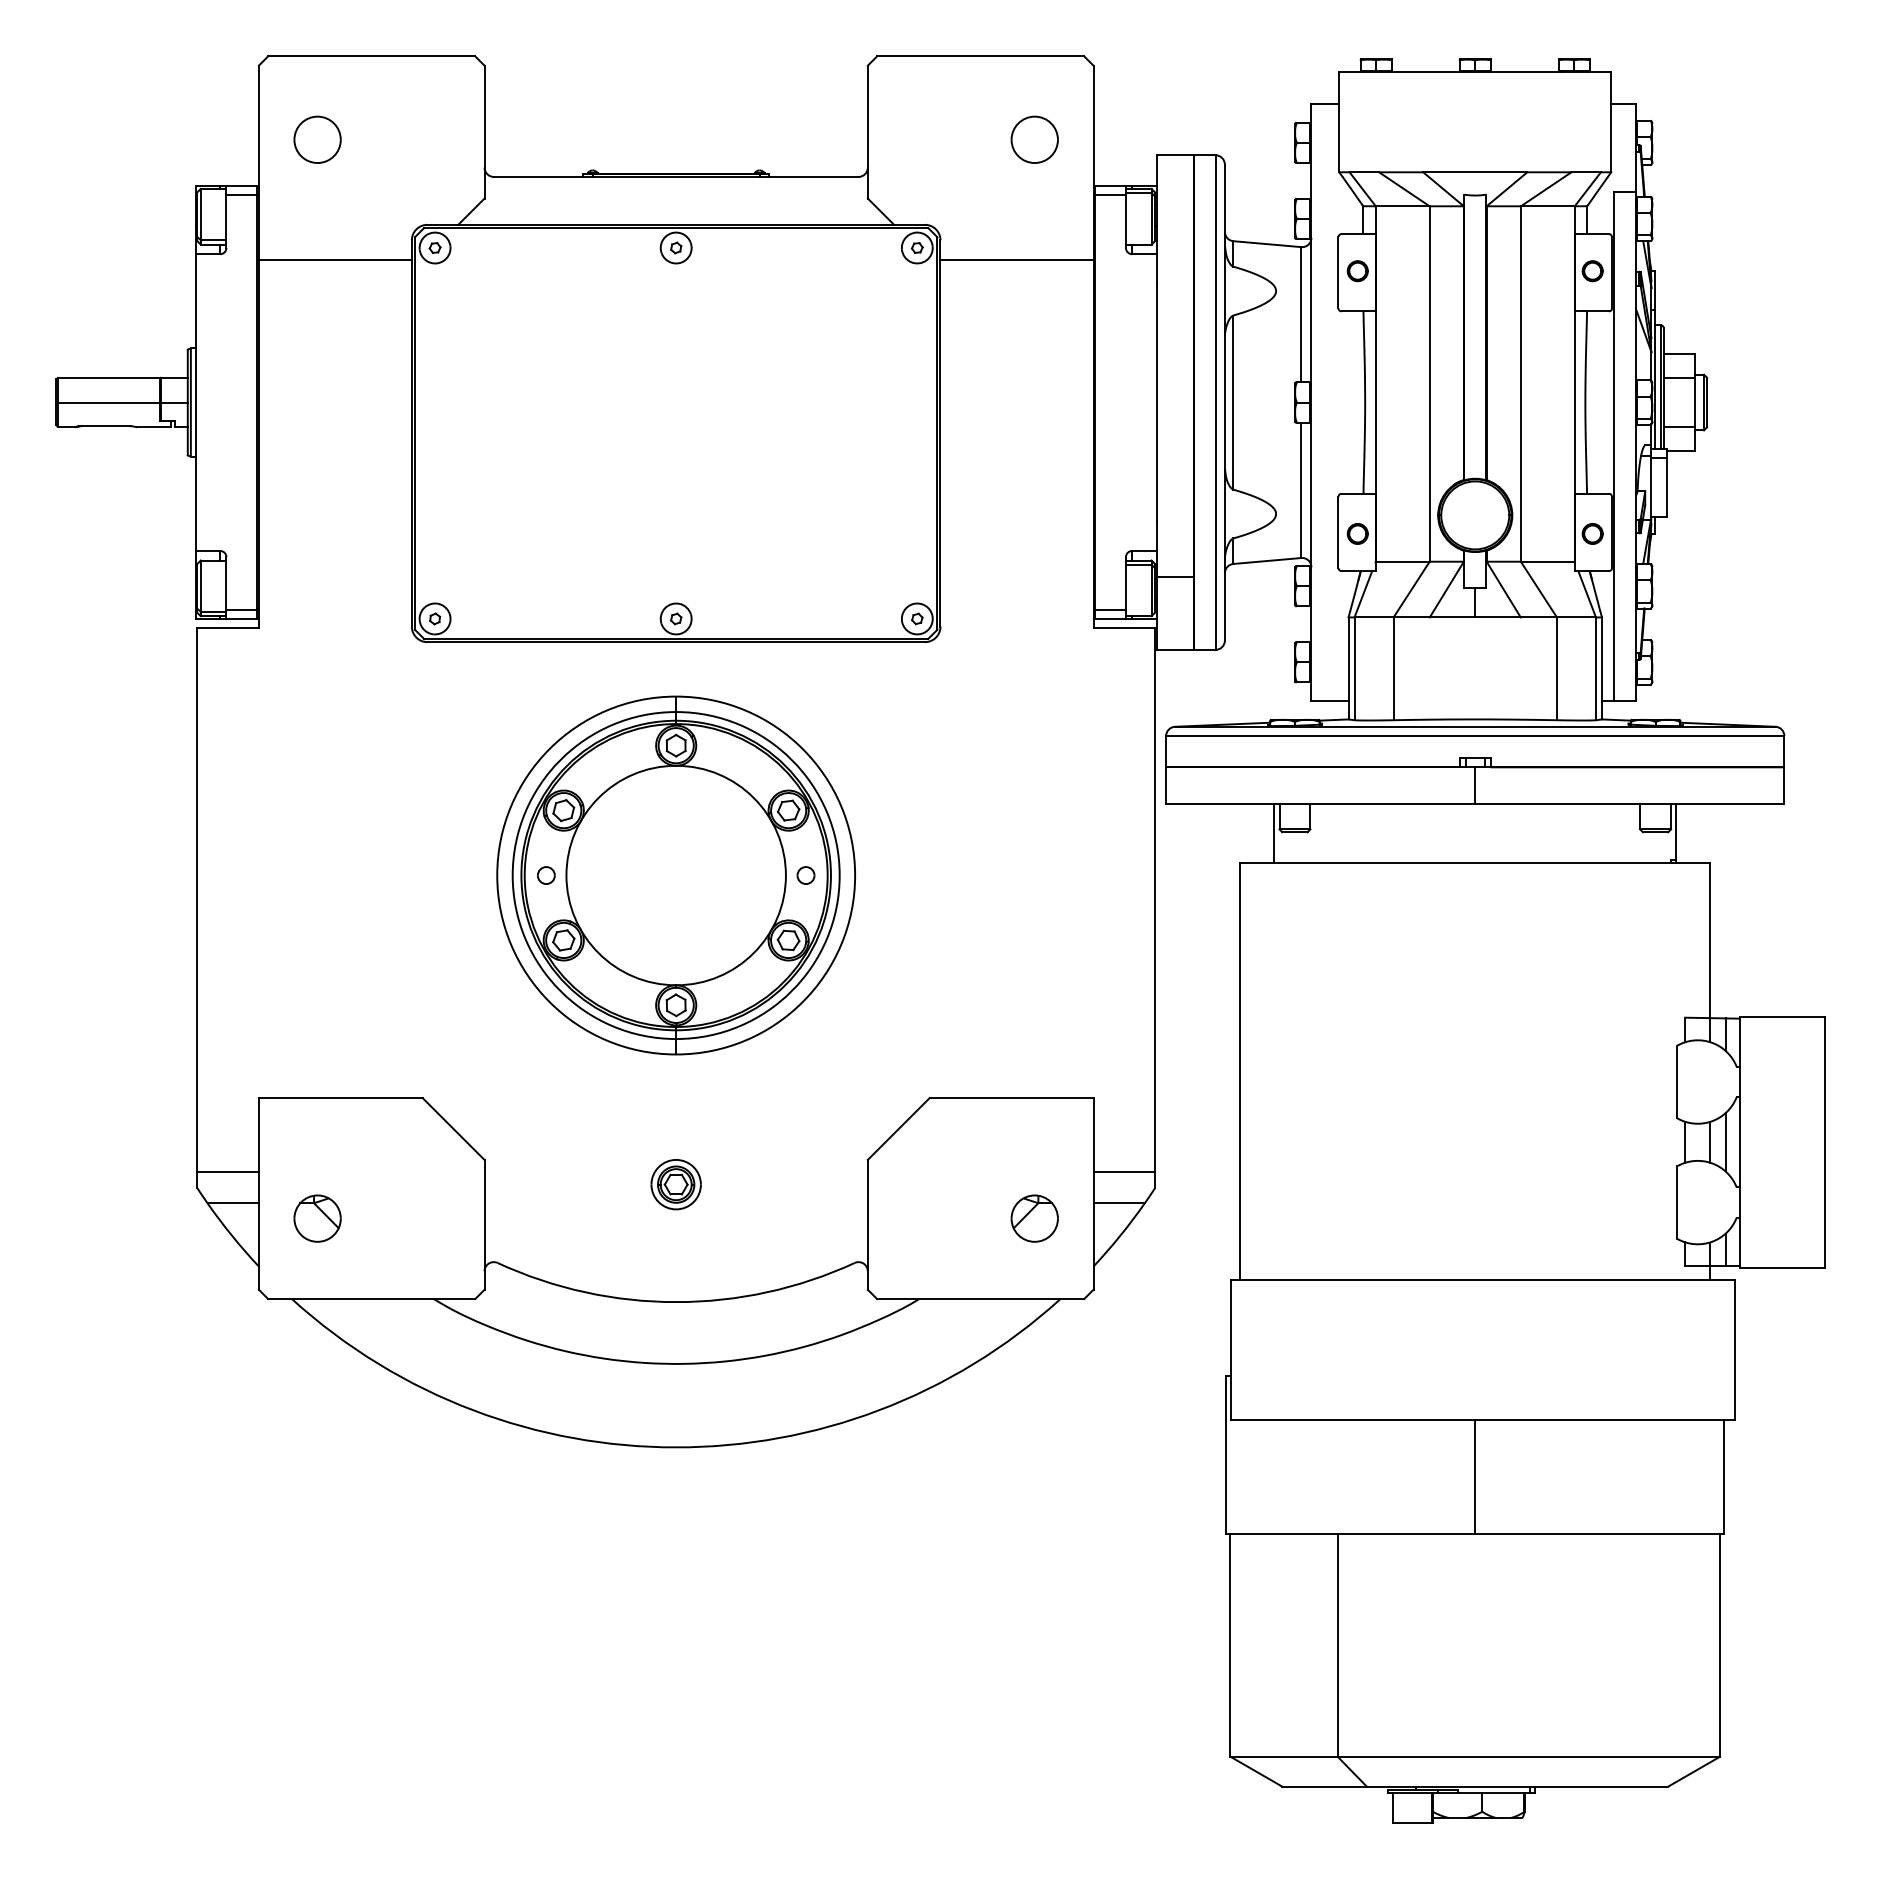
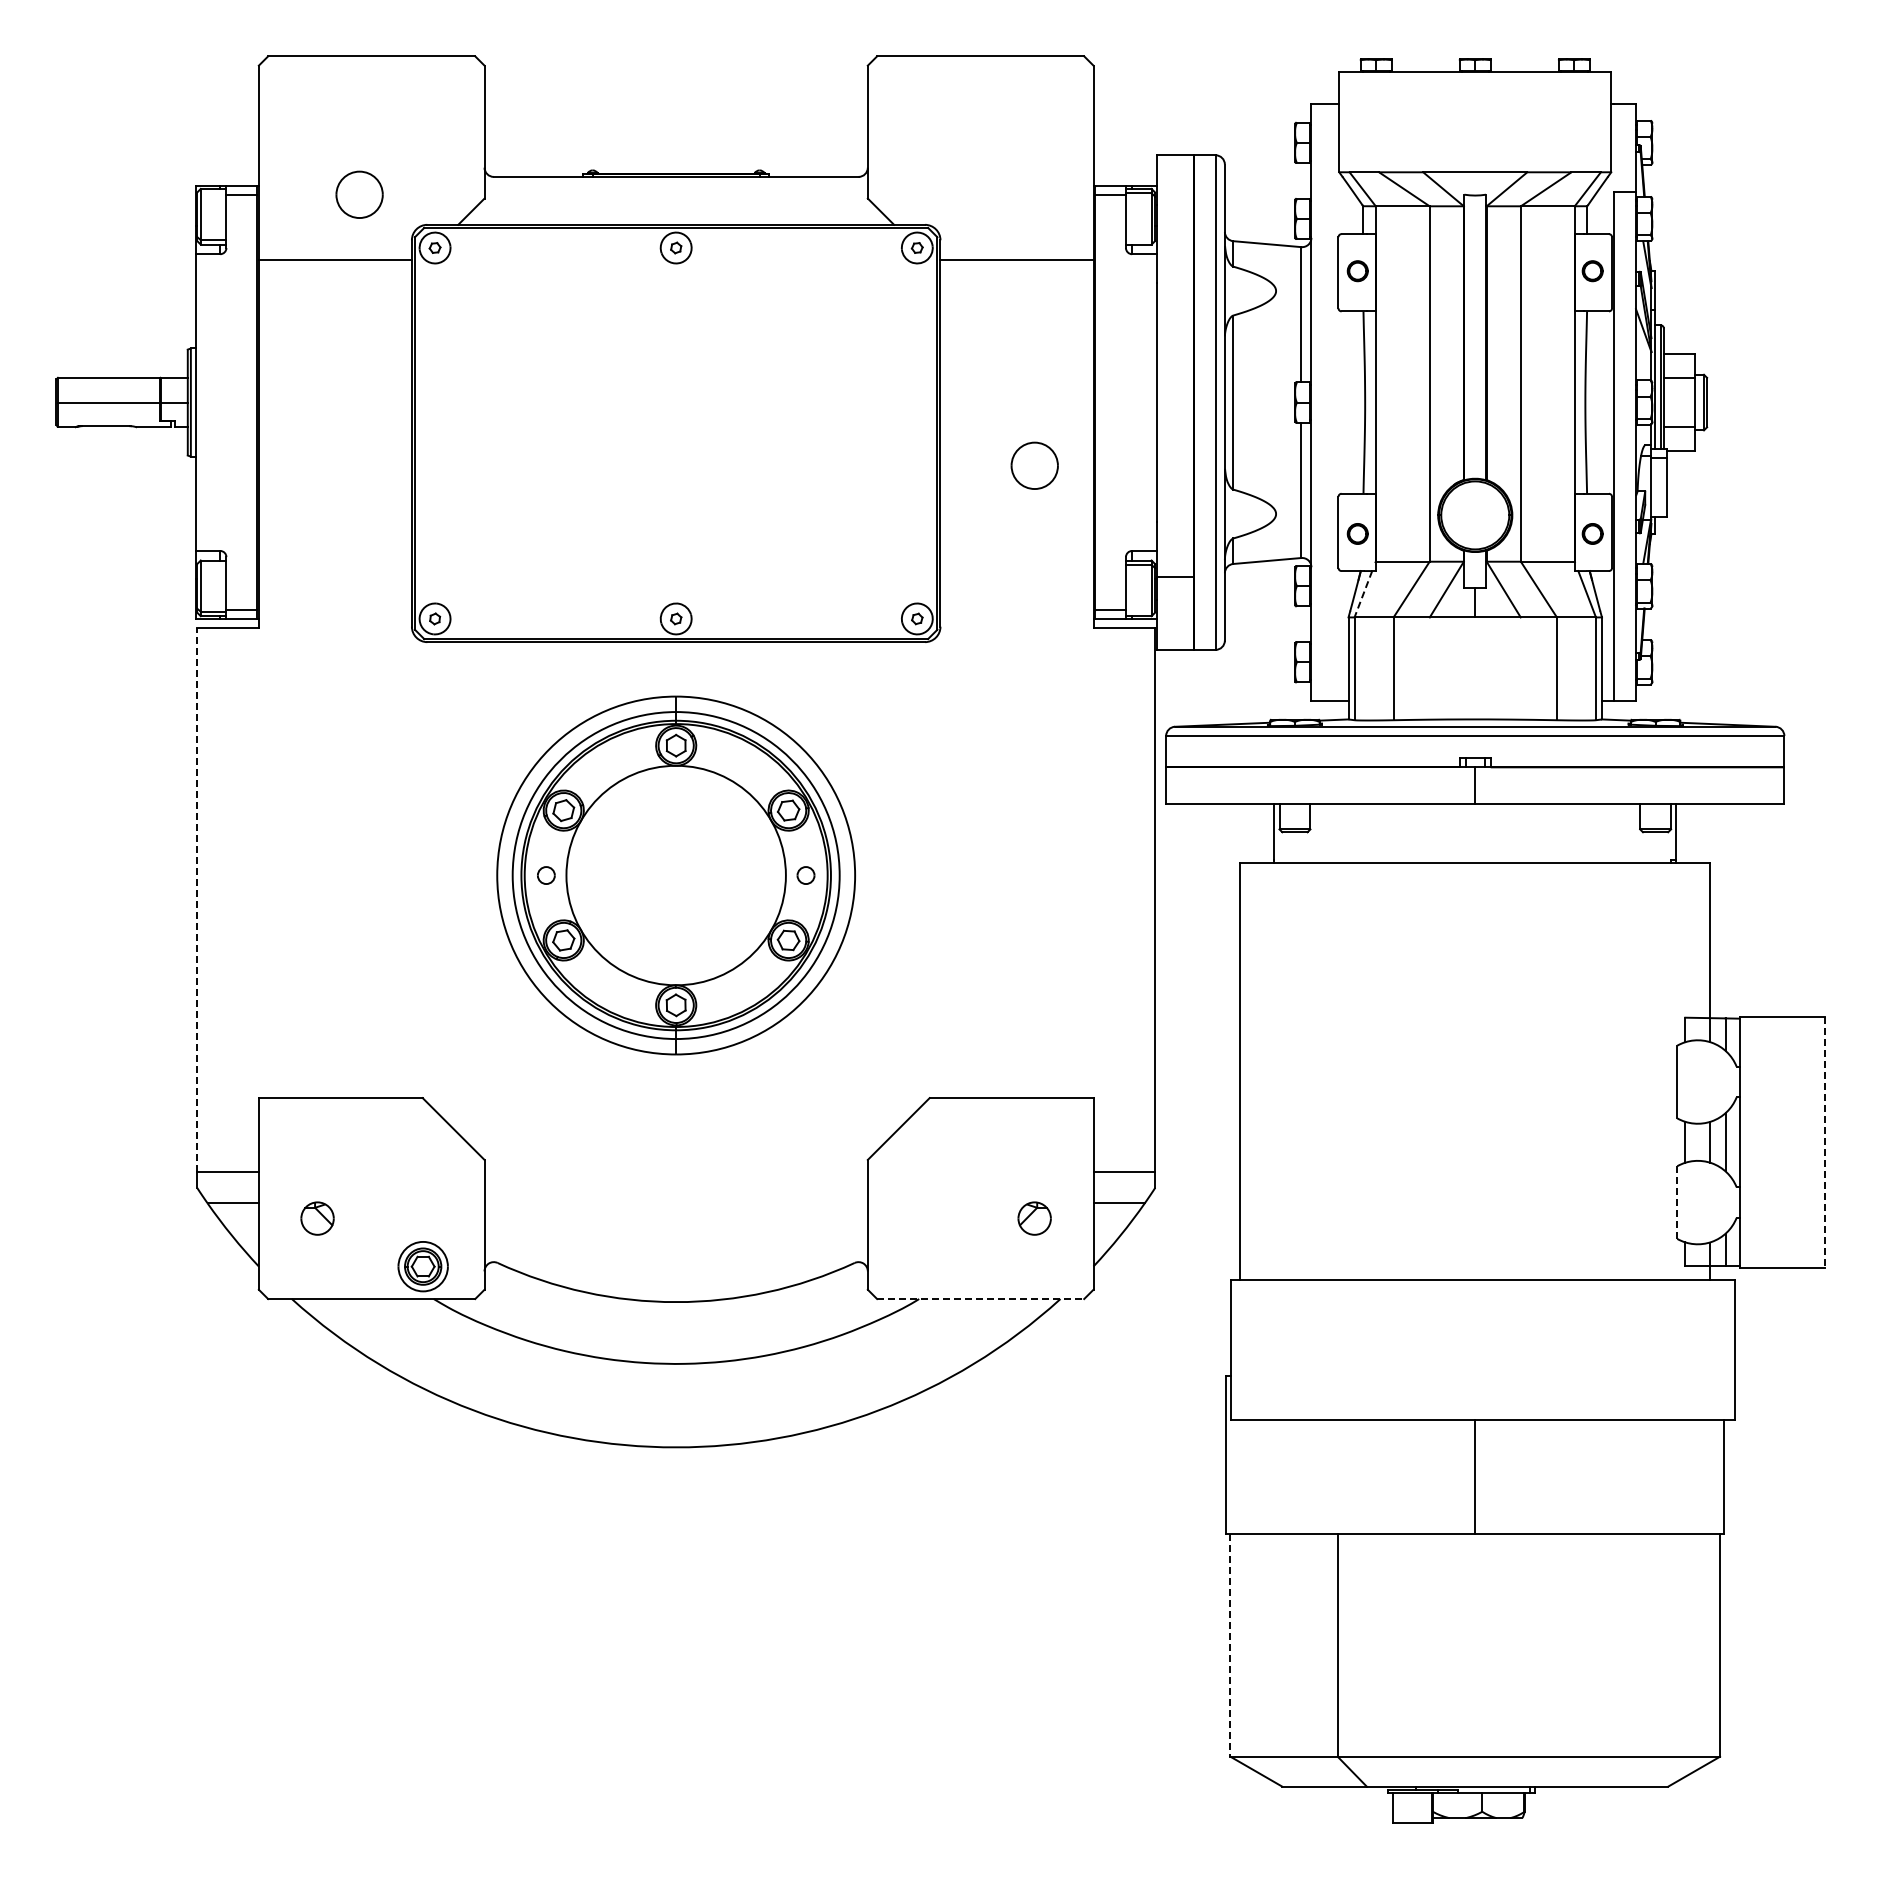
part at (317, 139) position: (317, 139) -> (359, 194)
part at (1034, 139) position: (1034, 139) -> (1034, 465)
line at (1363, 594): solid -> dashed
line at (197, 899): solid -> dashed
line at (1824, 1142): solid -> dashed
part at (675, 1184) position: (675, 1184) -> (422, 1266)
line at (1677, 1202): solid -> dashed
part at (317, 1218) size: 49x49 px -> 35x35 px
part at (1034, 1218) size: 49x49 px -> 35x35 px
line at (980, 1299): solid -> dashed
line at (1230, 1645): solid -> dashed
